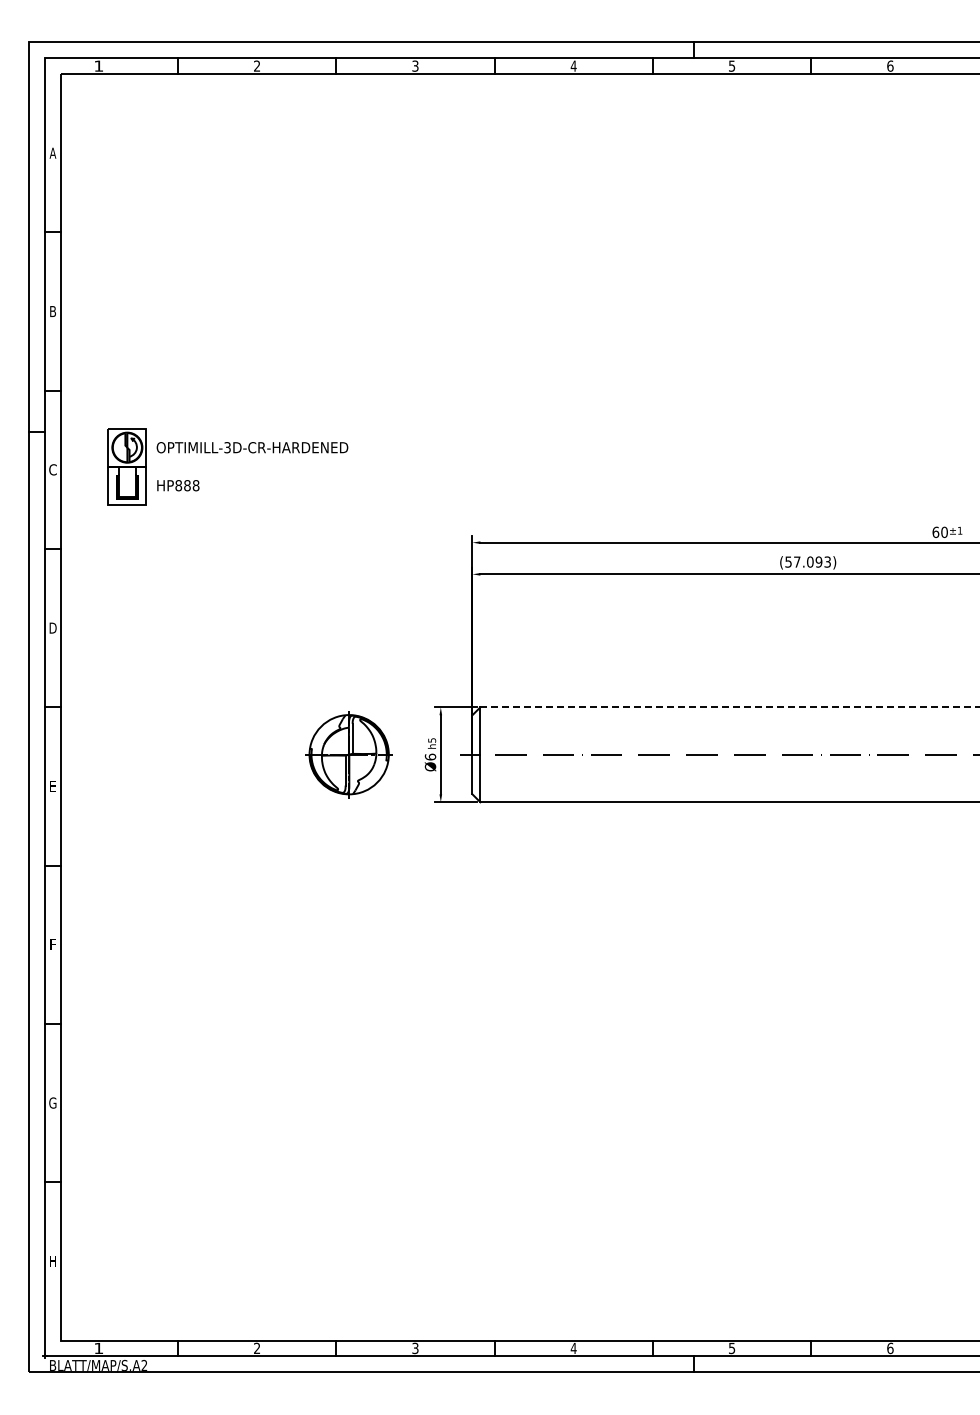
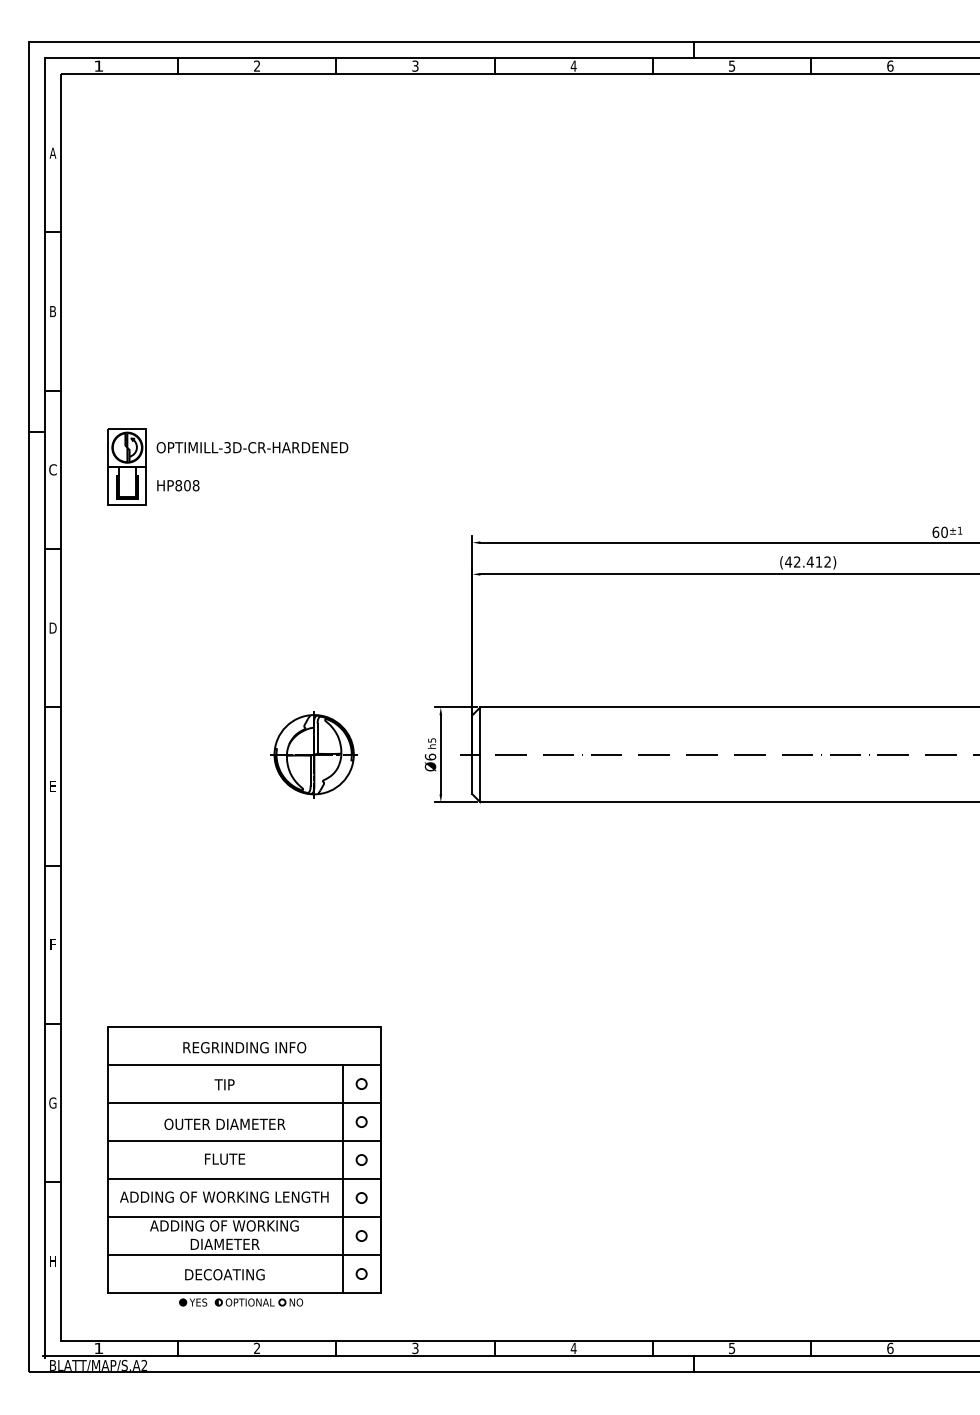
text at (187, 485): HP888 -> HP808
text at (807, 561): (57.093) -> (42.412)
line at (730, 707): dashed -> solid
part at (348, 754) position: (348, 754) -> (313, 754)
part at (244, 1166): none -> present
